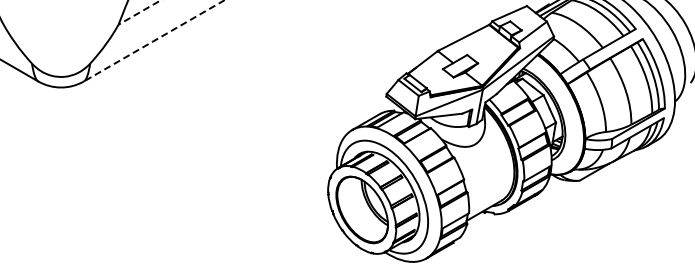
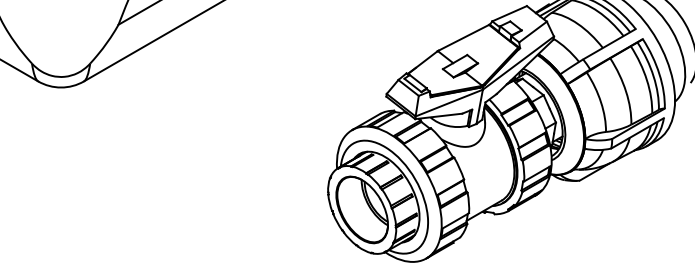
line at (139, 12): dashed -> solid
line at (154, 40): dashed -> solid
